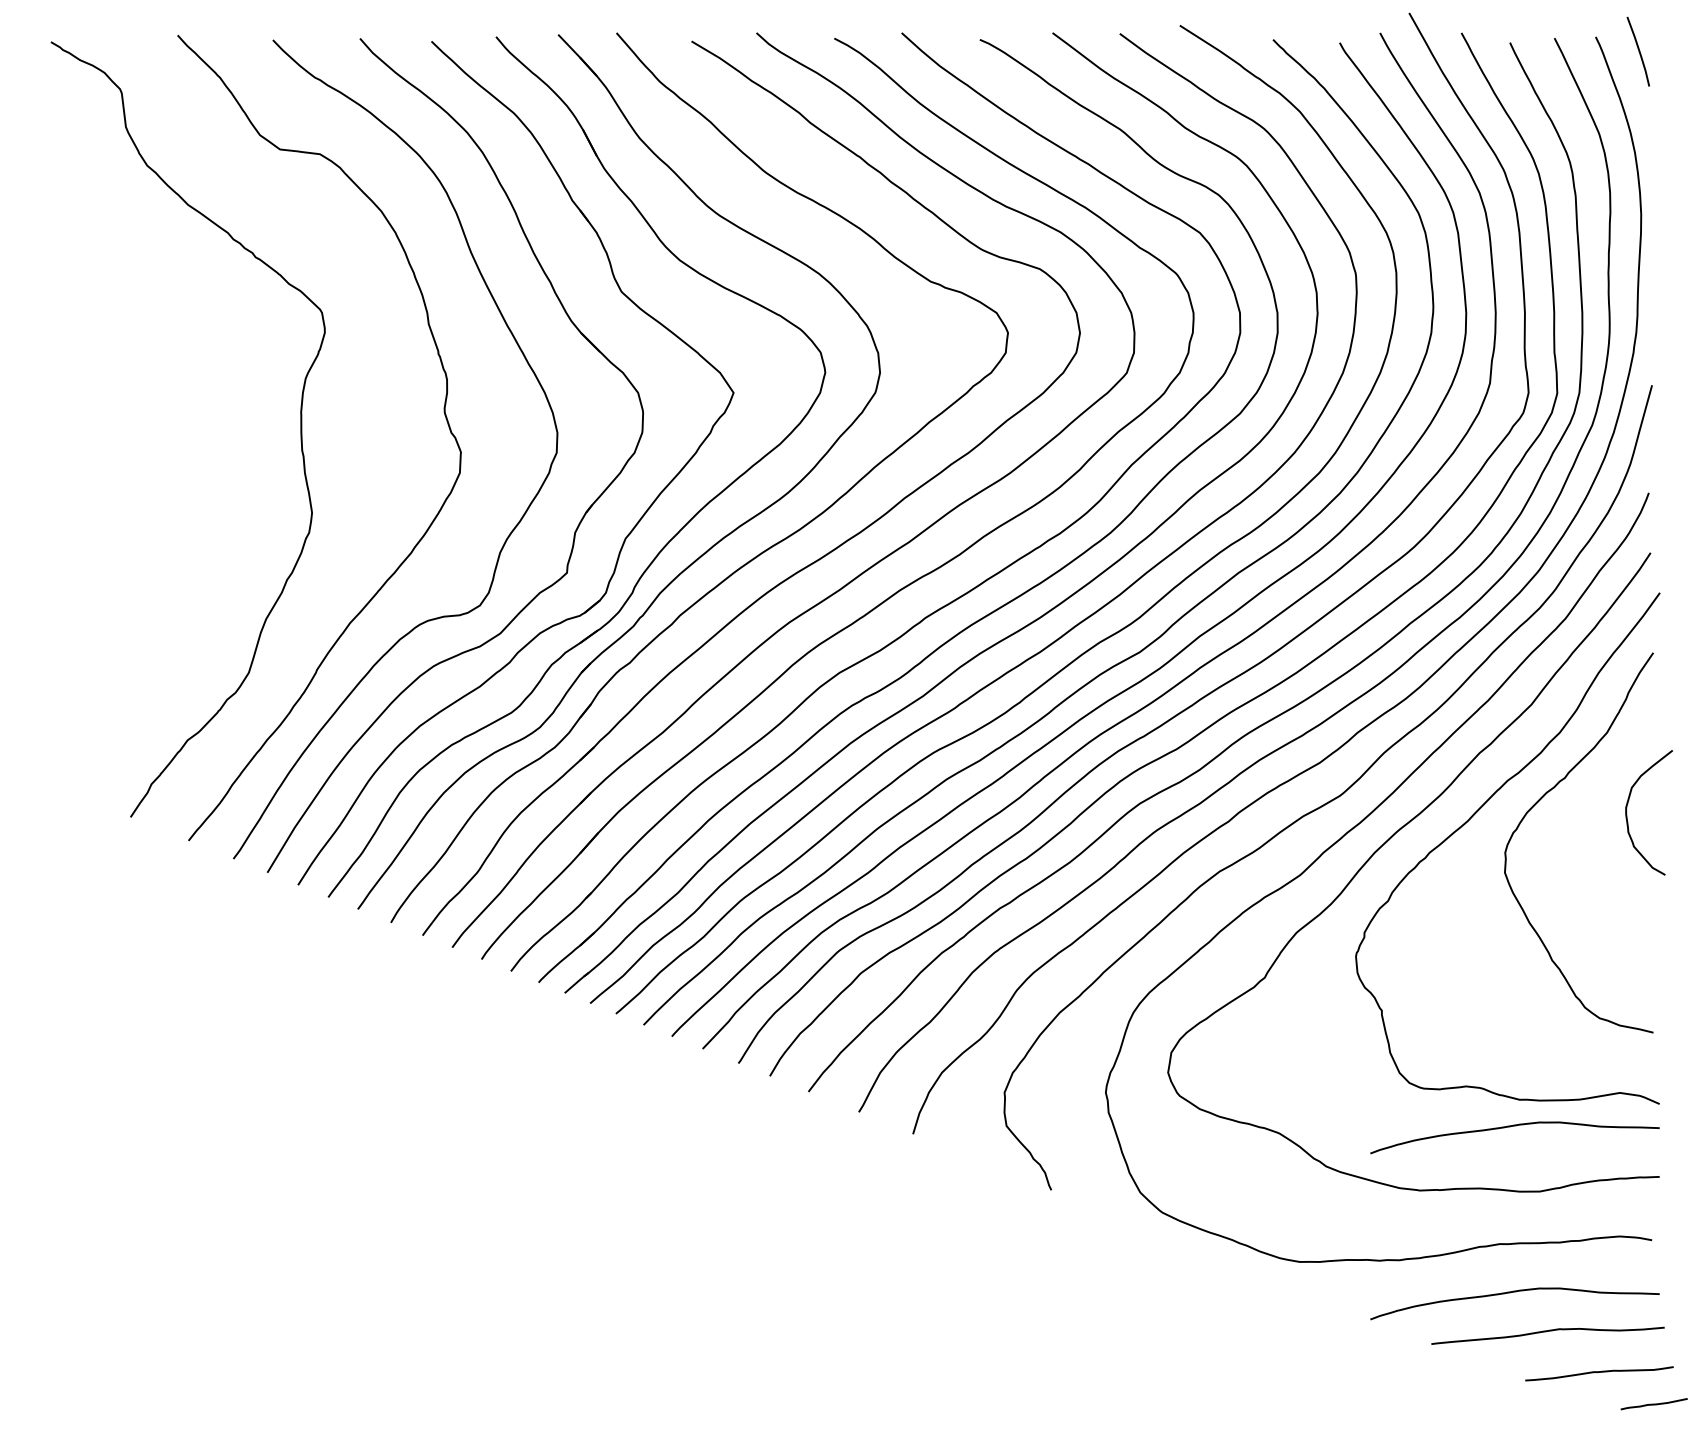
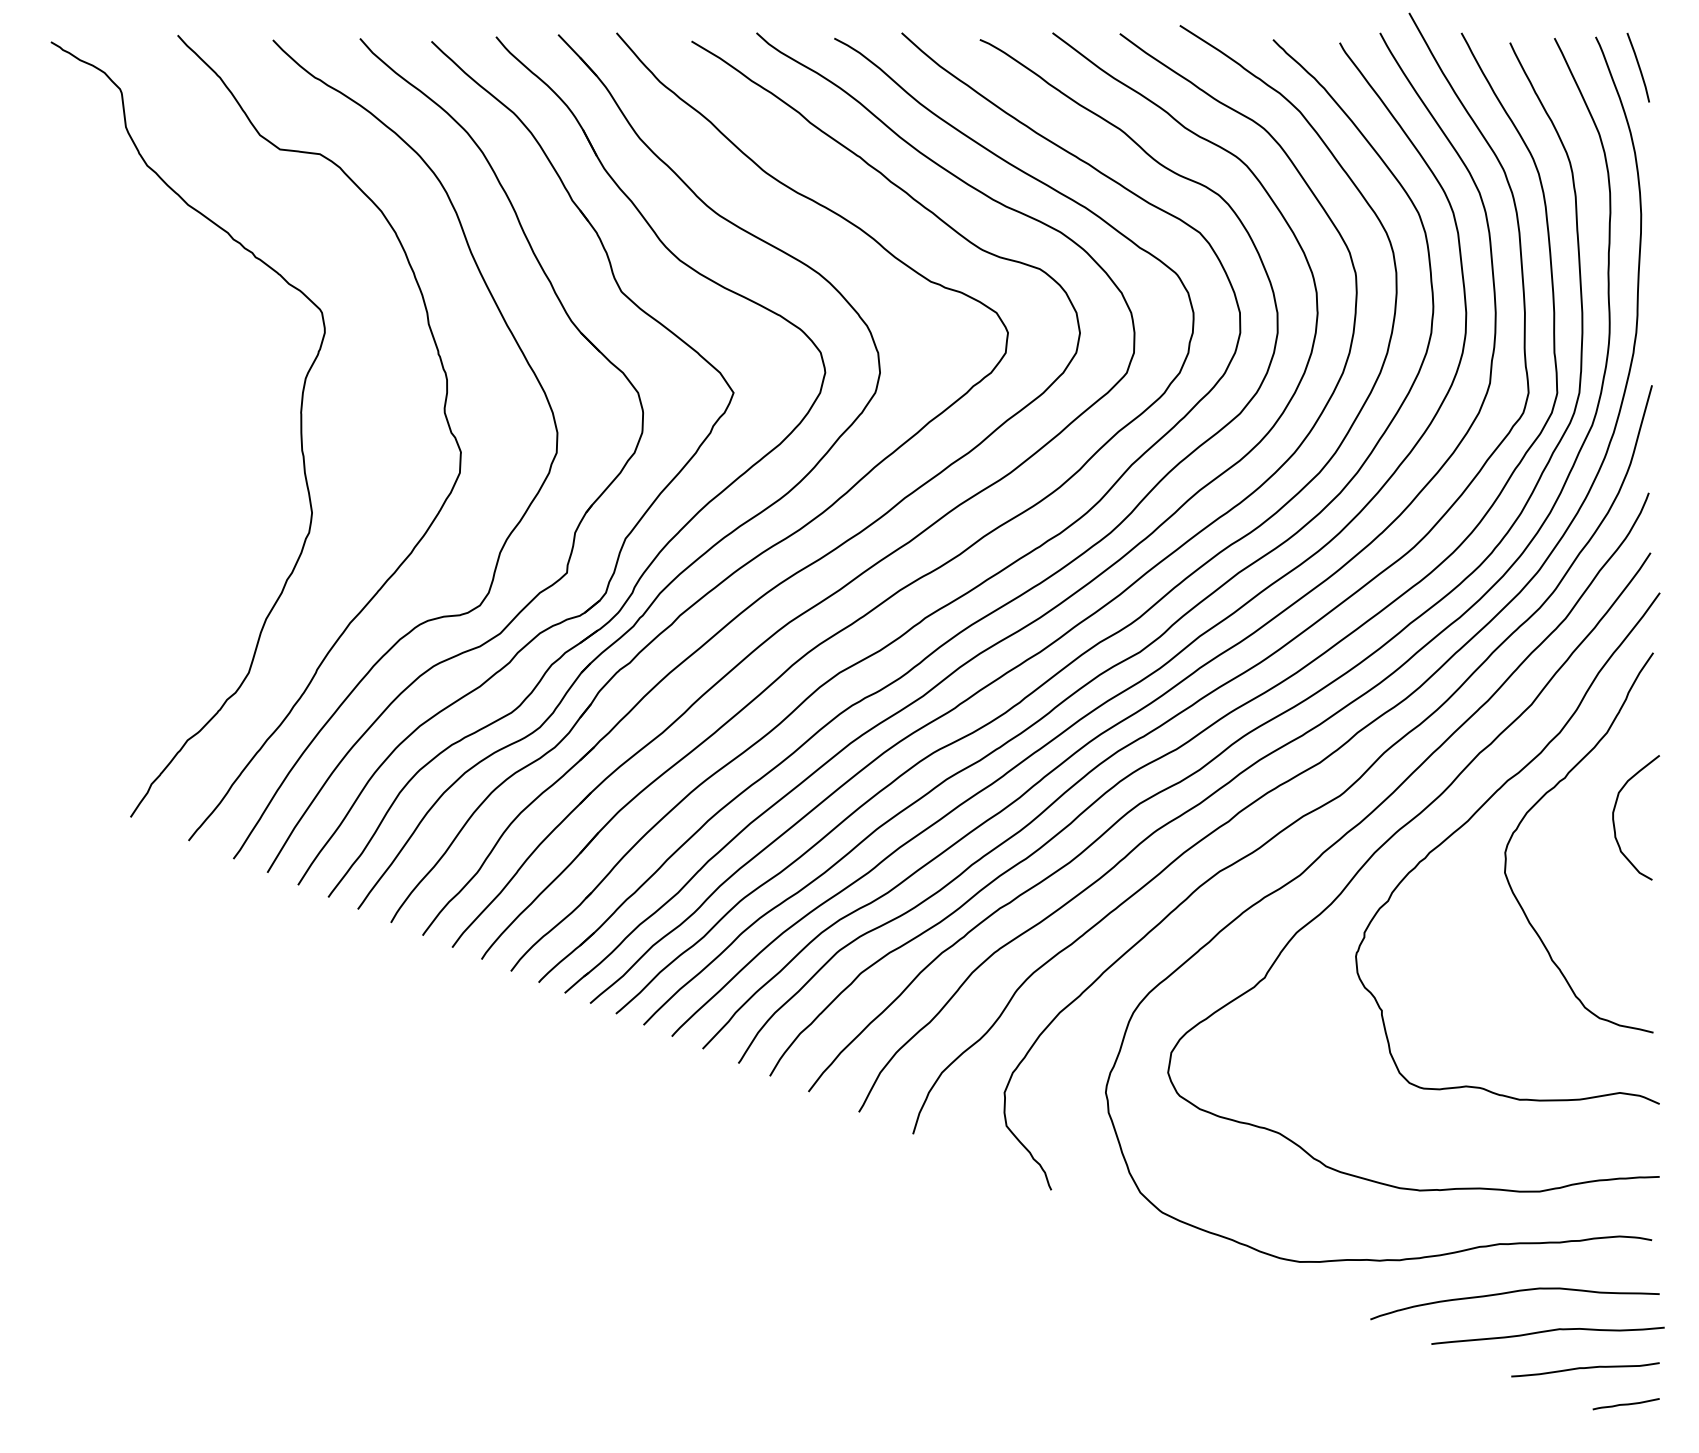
line at (1638, 51) position: (1638, 51) -> (1638, 67)
curve at (1627, 814) position: (1627, 814) -> (1614, 819)
curve at (1510, 1127): present -> none
curve at (1599, 1372) position: (1599, 1372) -> (1585, 1368)
line at (1653, 1404) position: (1653, 1404) -> (1625, 1404)
